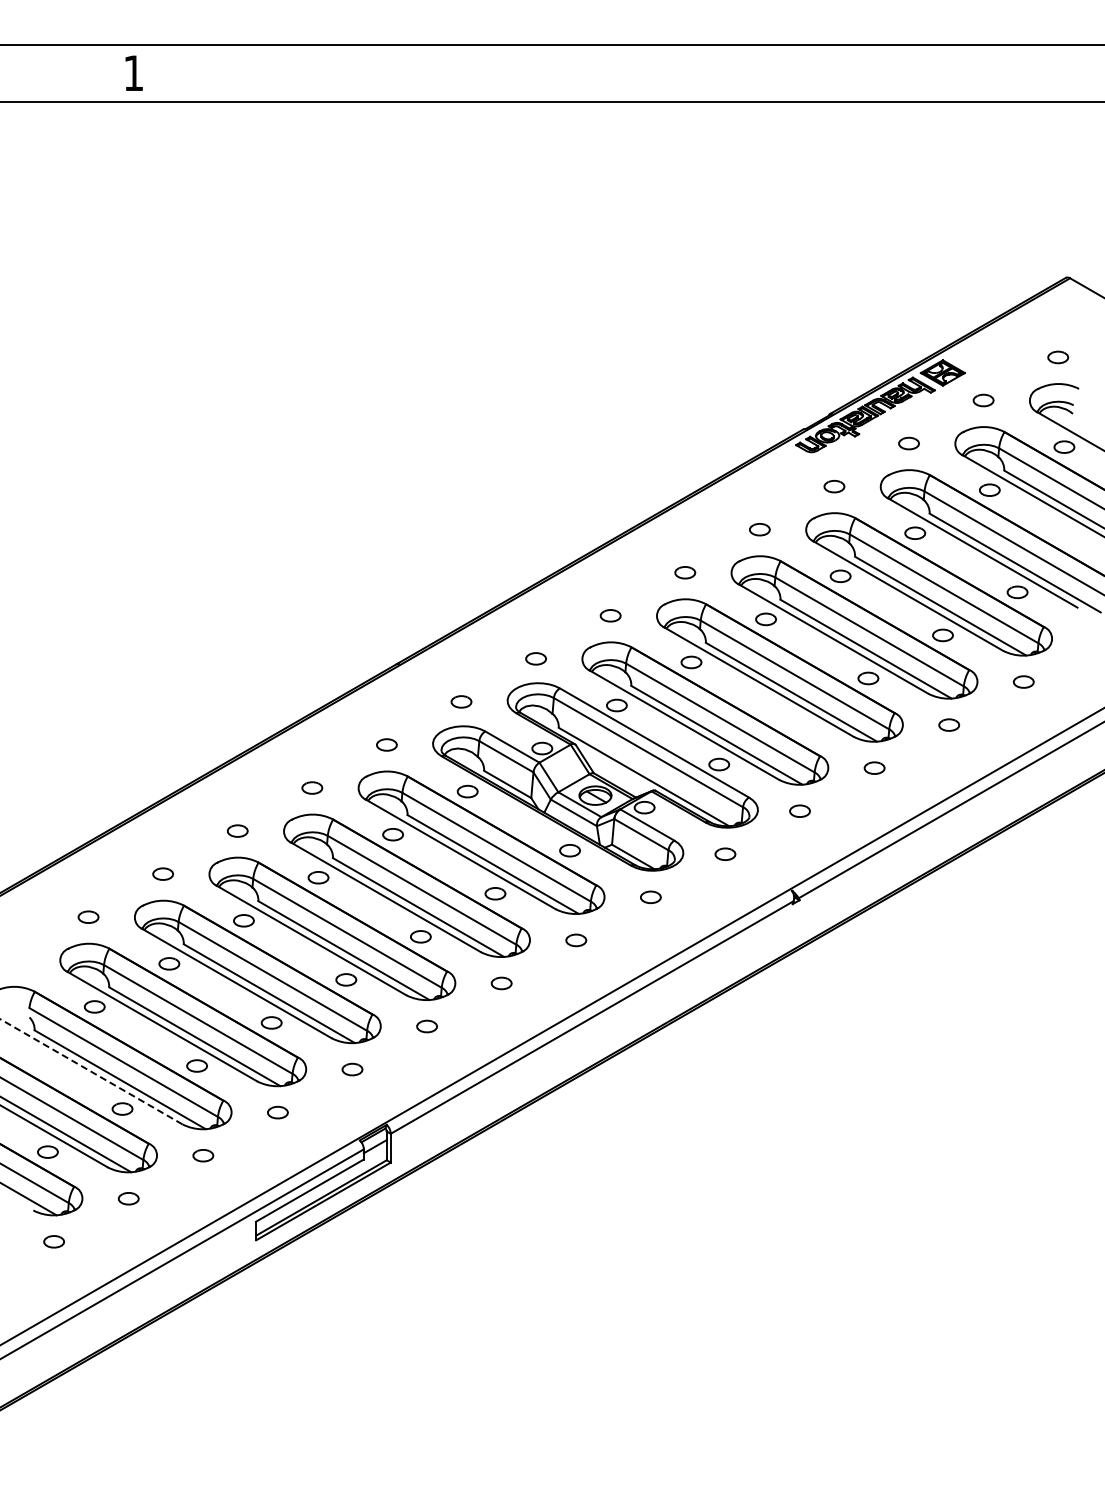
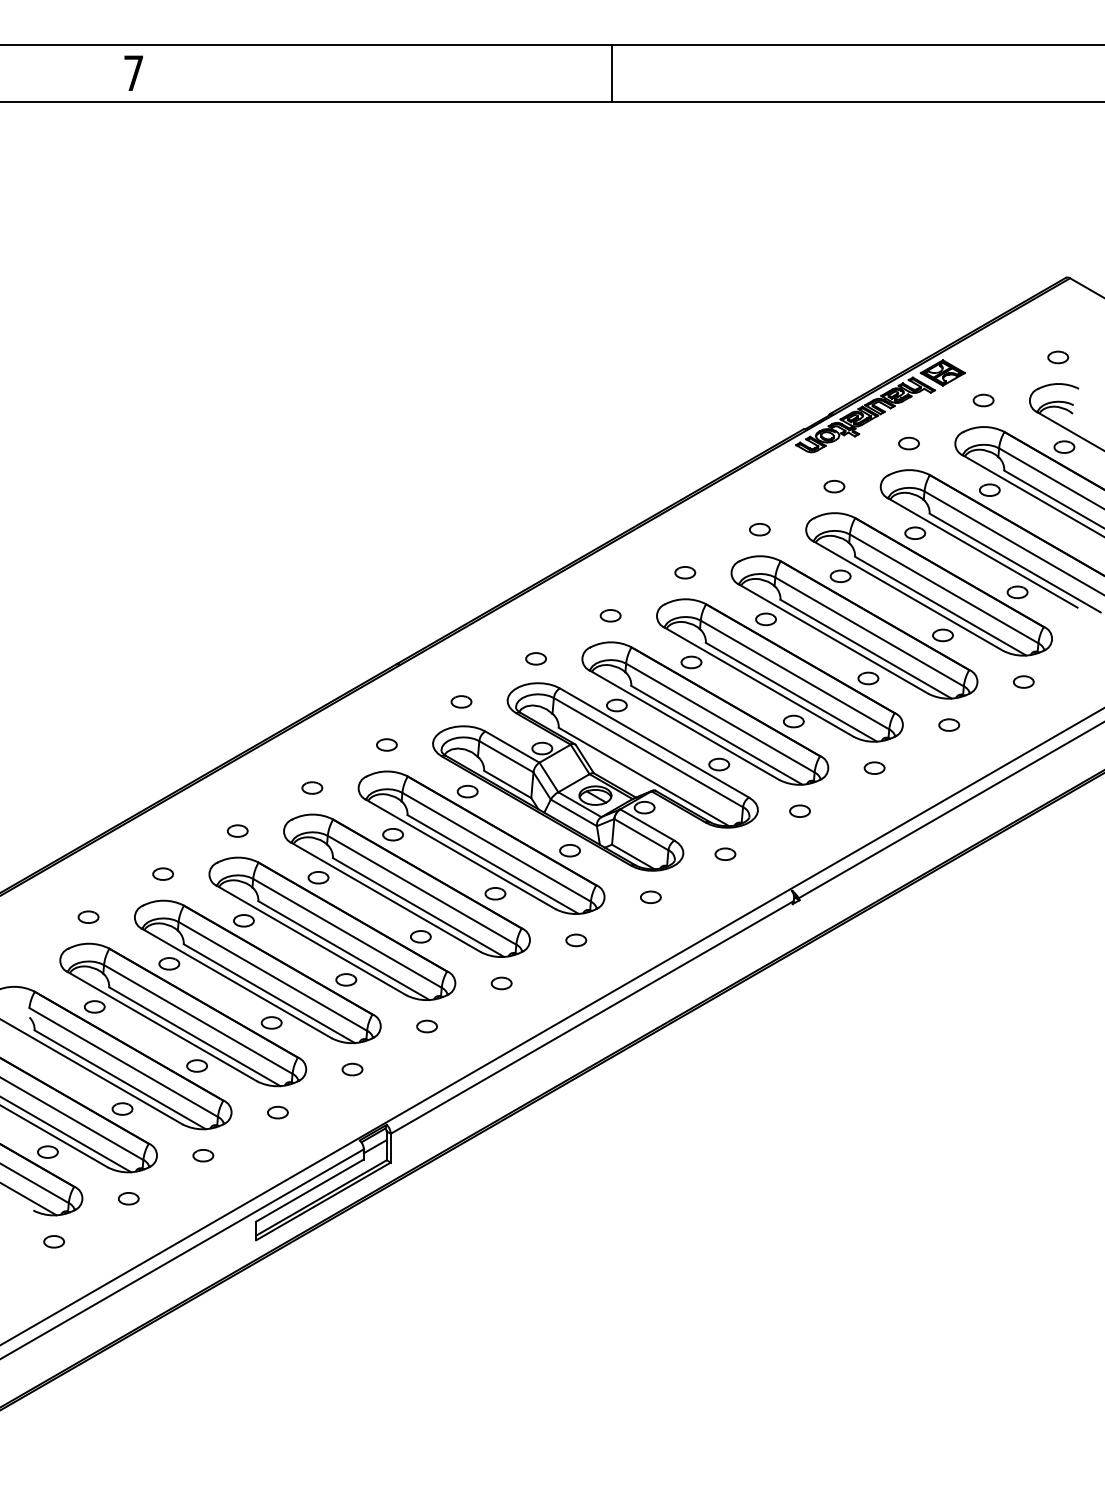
text at (133, 72): 1 -> 7
line at (612, 73): none -> present
part at (793, 721): none -> present
line at (91, 1071): dashed -> solid
